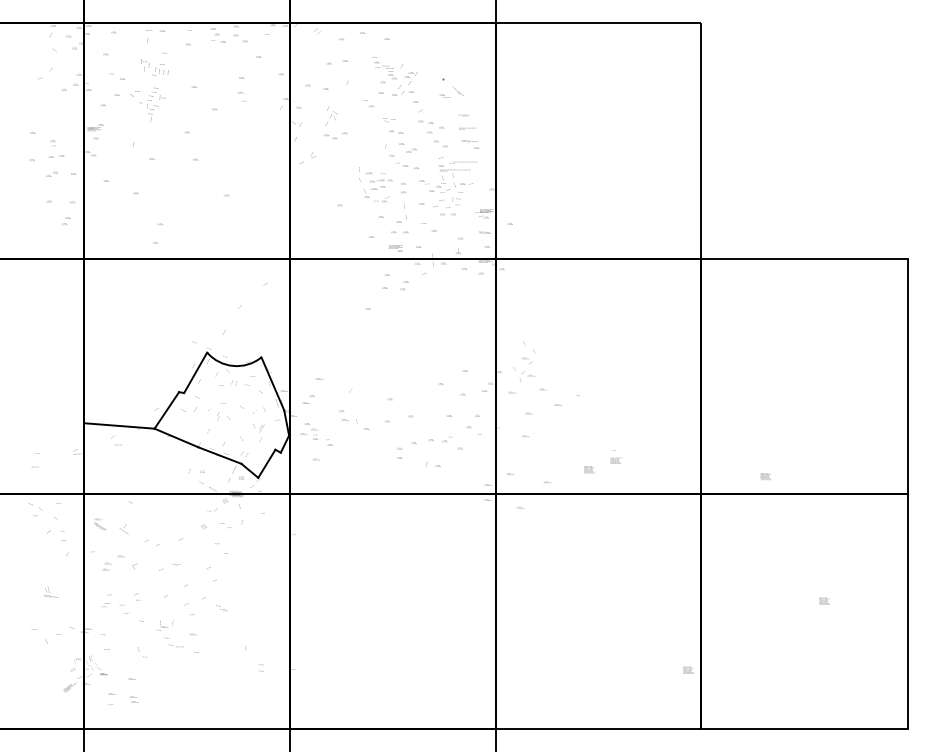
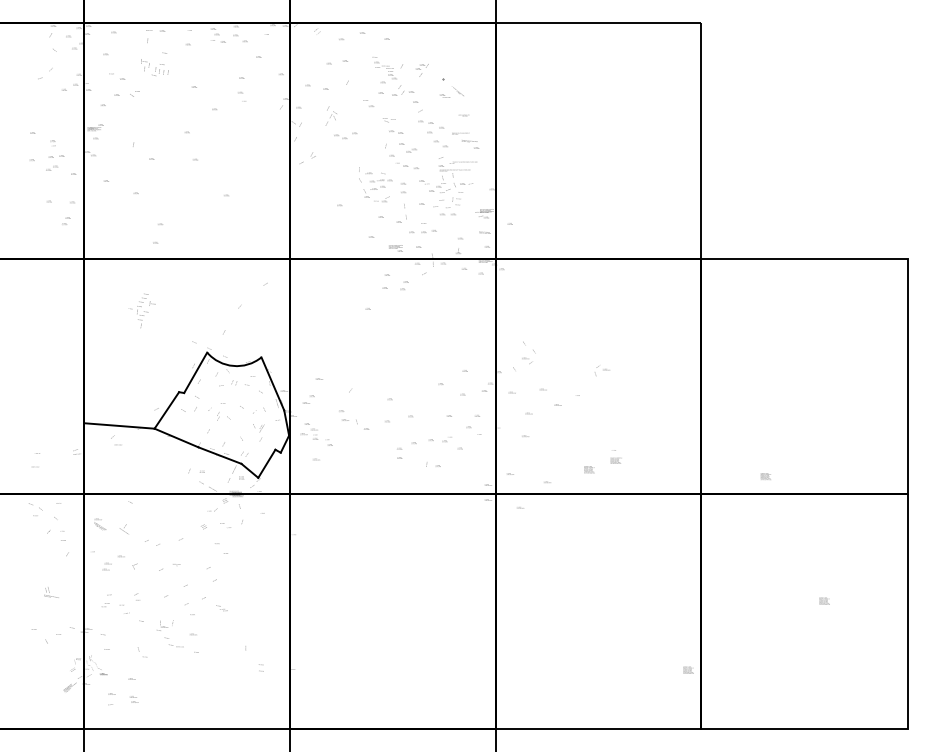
text at (411, 78) position: (411, 78) -> (422, 70)
text at (152, 104) position: (152, 104) -> (142, 310)
text at (466, 128) position: (466, 128) -> (459, 133)
text at (335, 135) position: (335, 135) -> (345, 135)
text at (51, 174) position: (51, 174) -> (51, 168)
text at (399, 231) position: (399, 231) -> (417, 231)
text at (527, 376) position: (527, 376) -> (602, 370)
